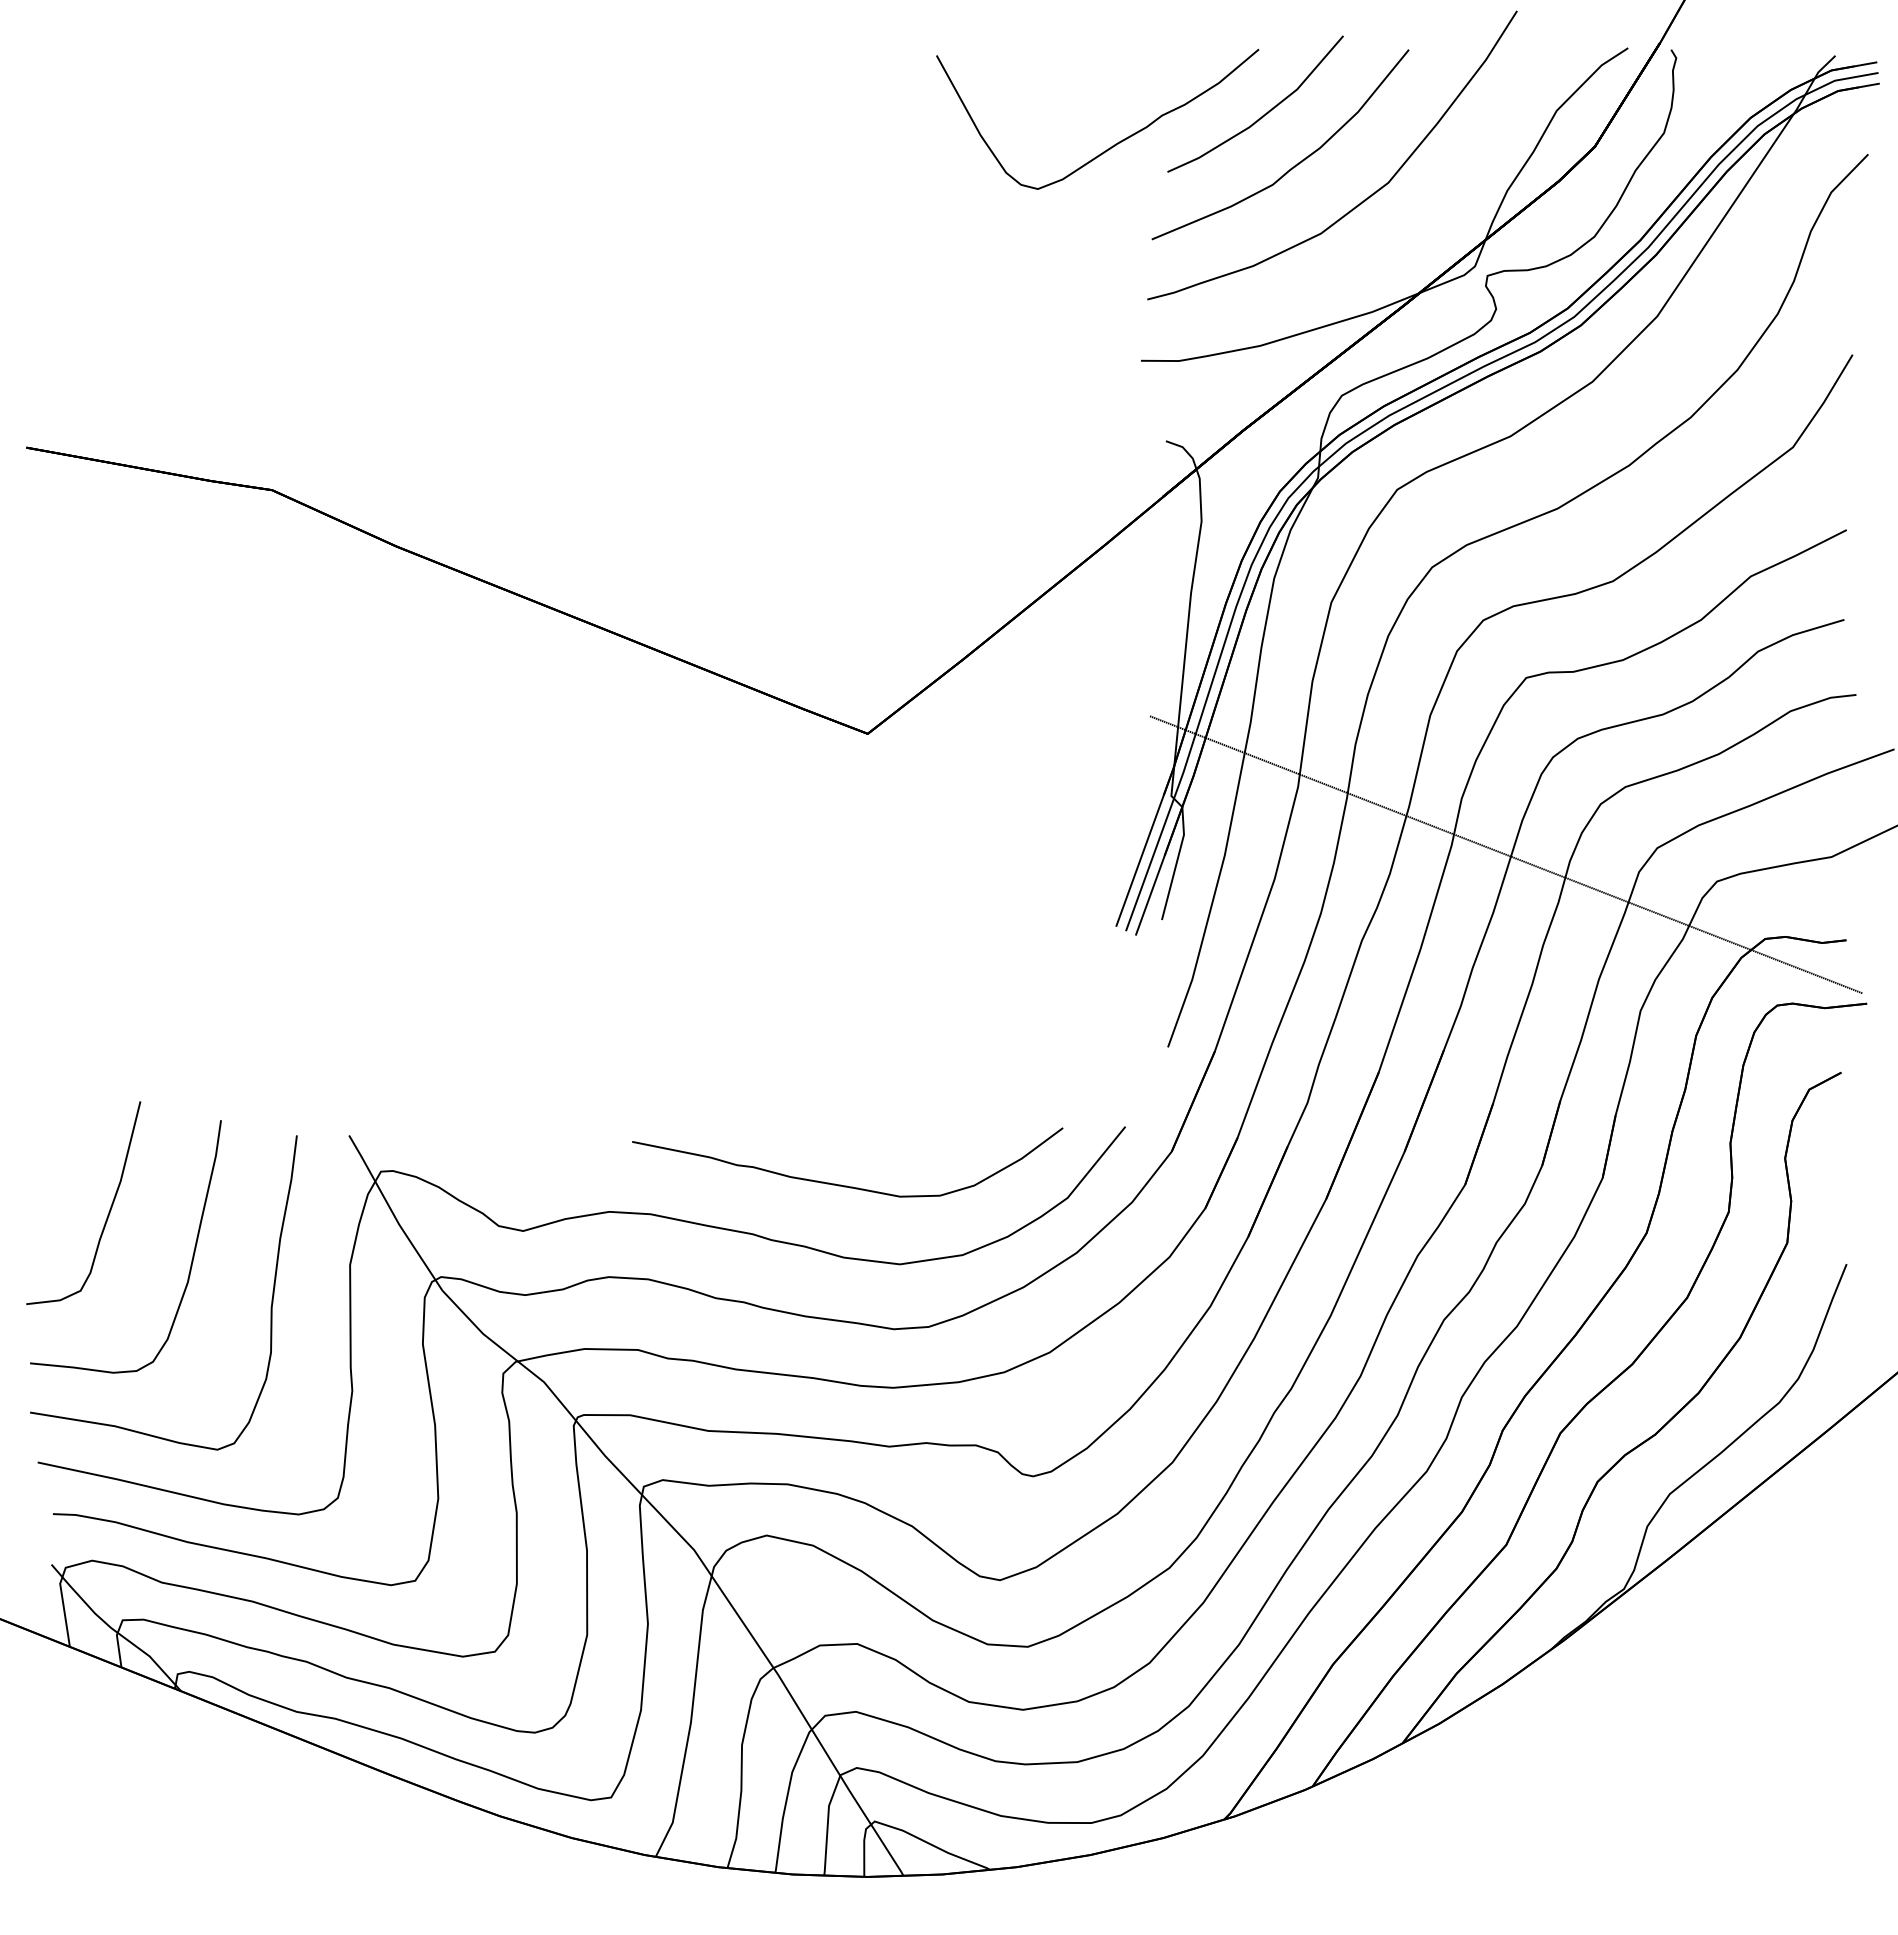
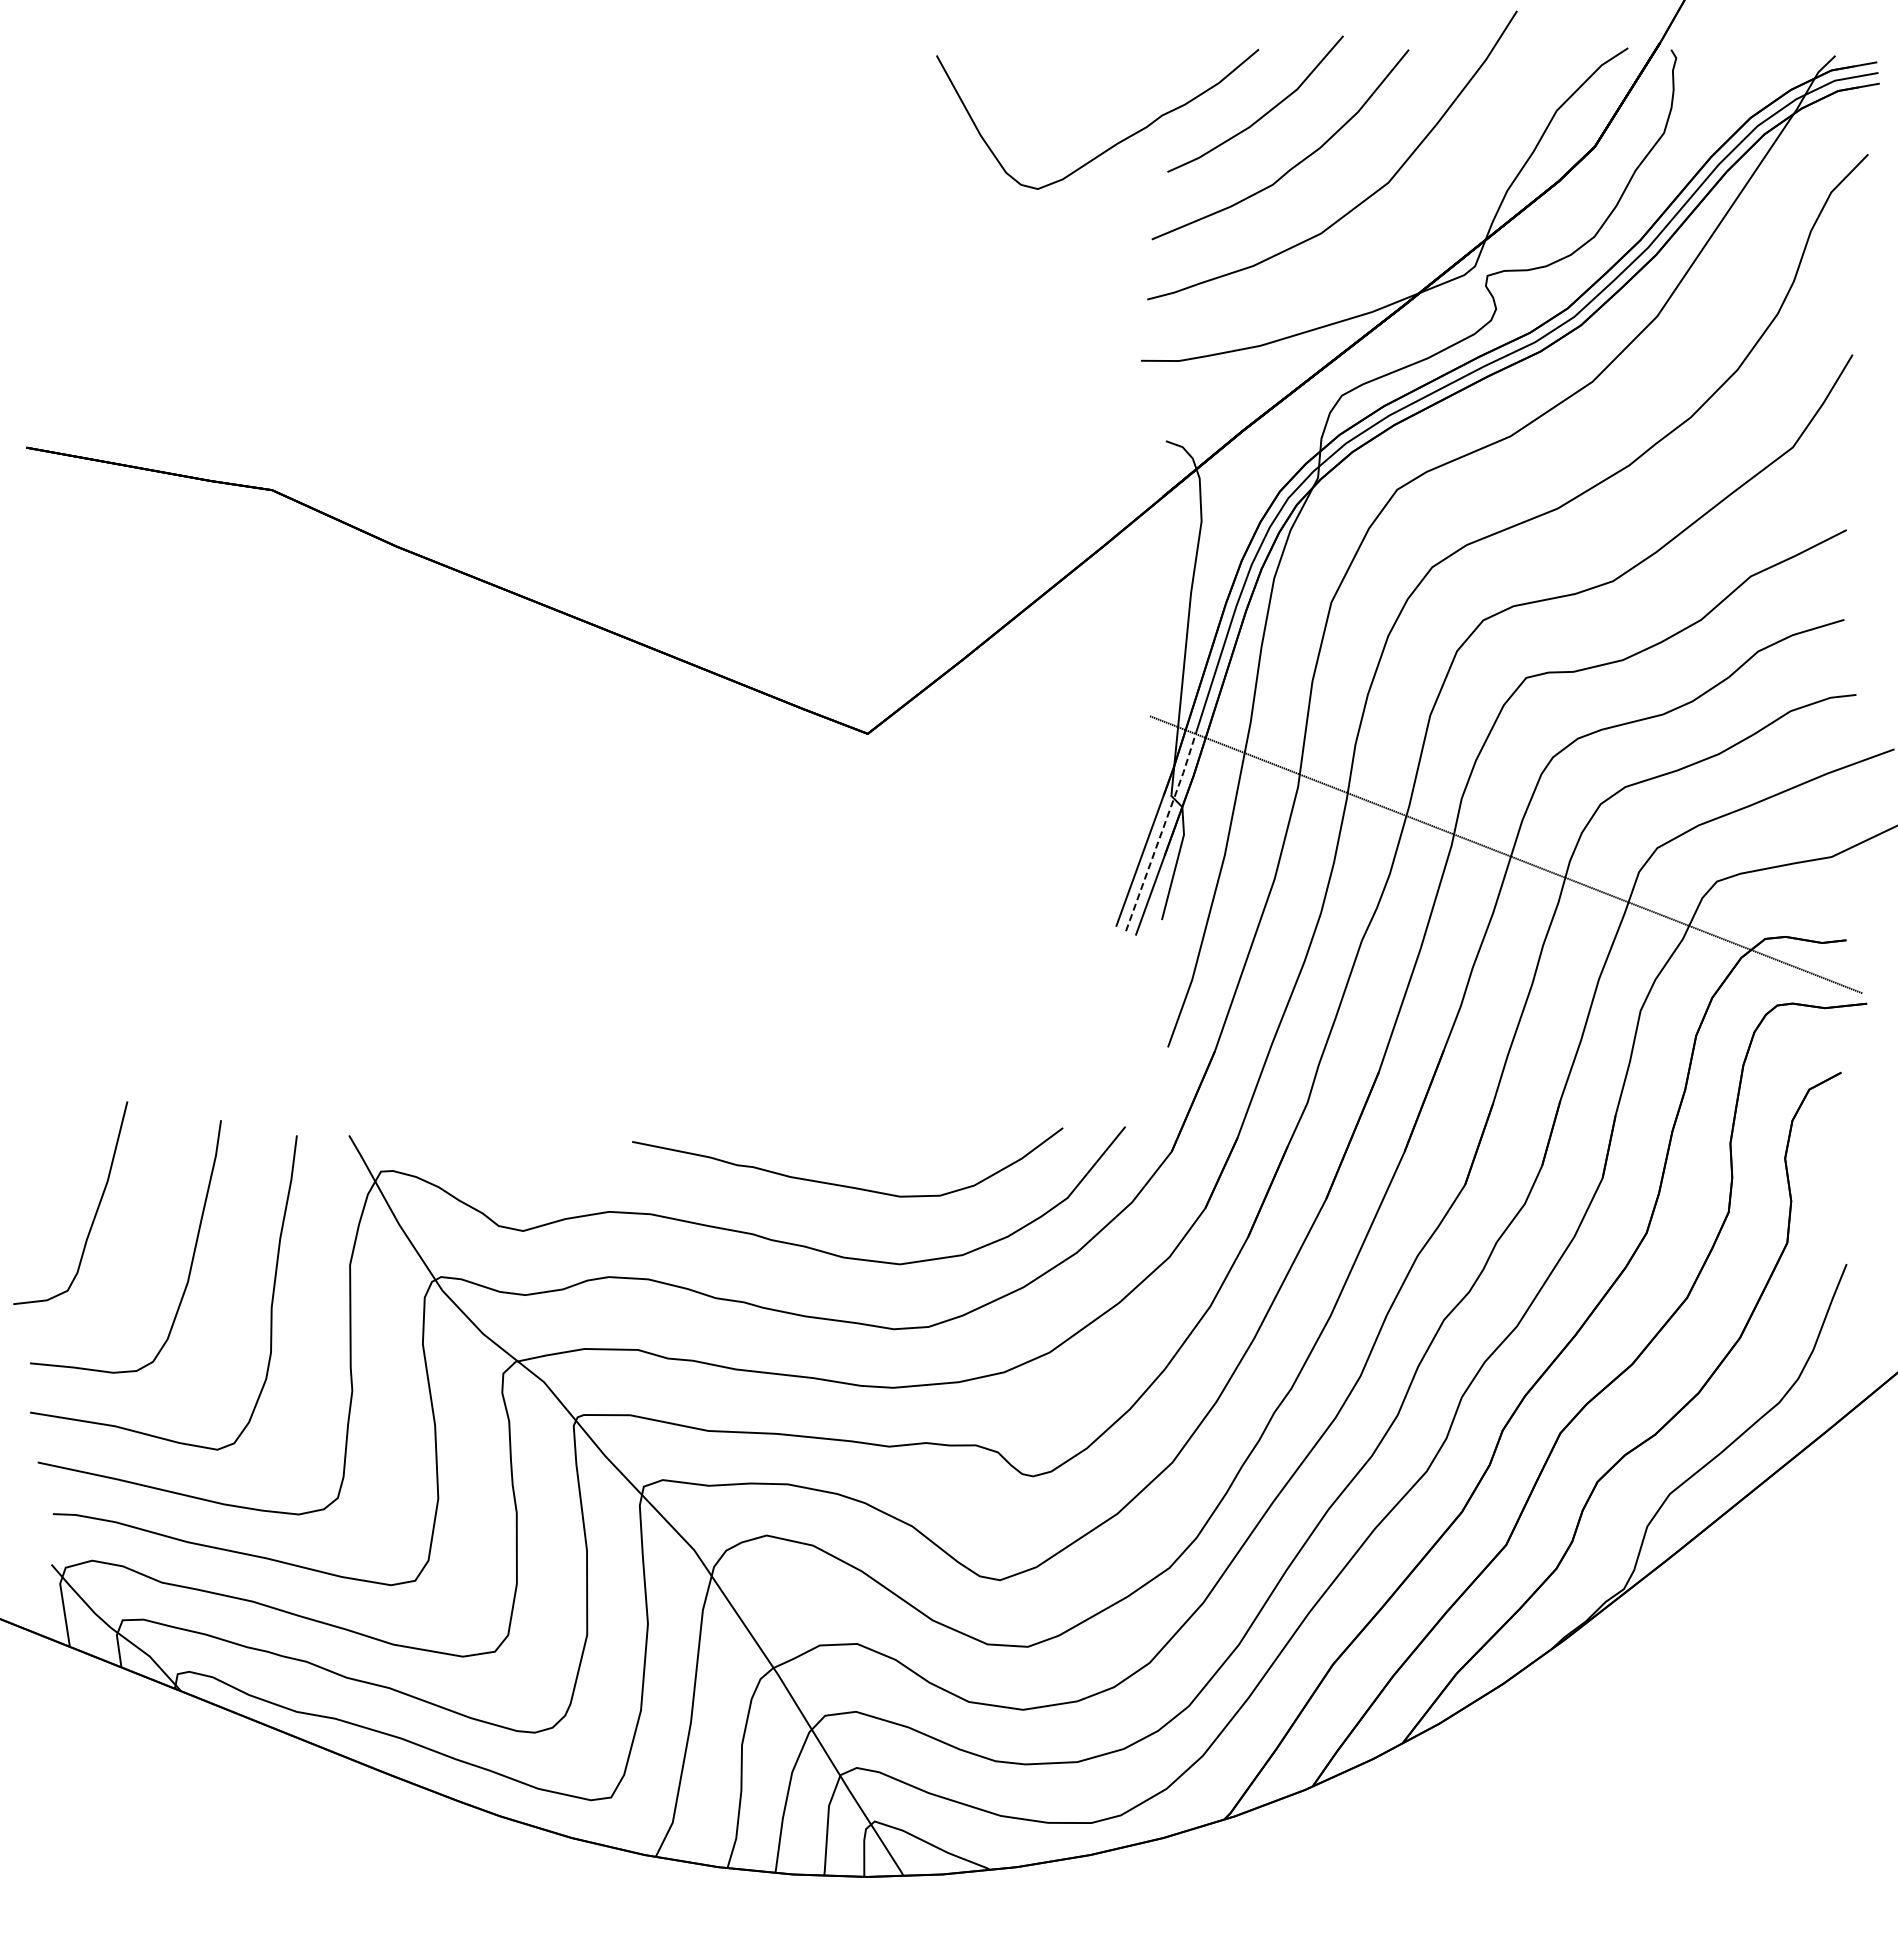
line at (1162, 831): solid -> dashed
part at (107, 1214) position: (107, 1214) -> (94, 1214)
